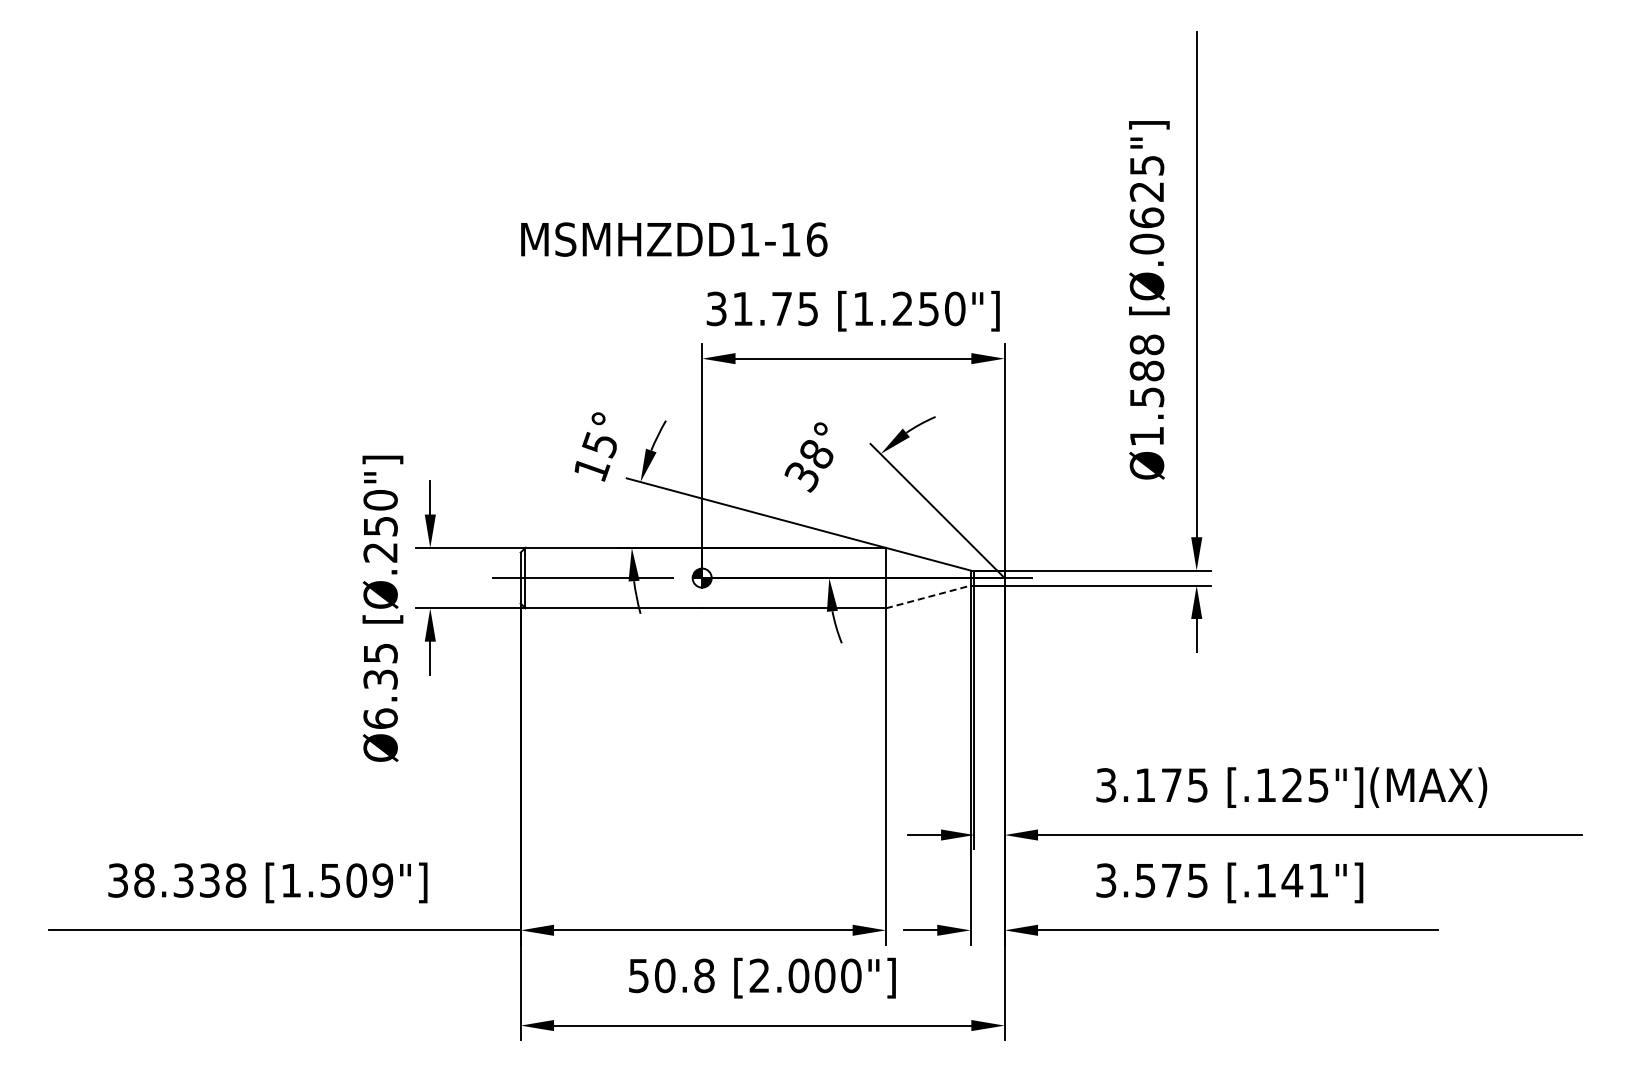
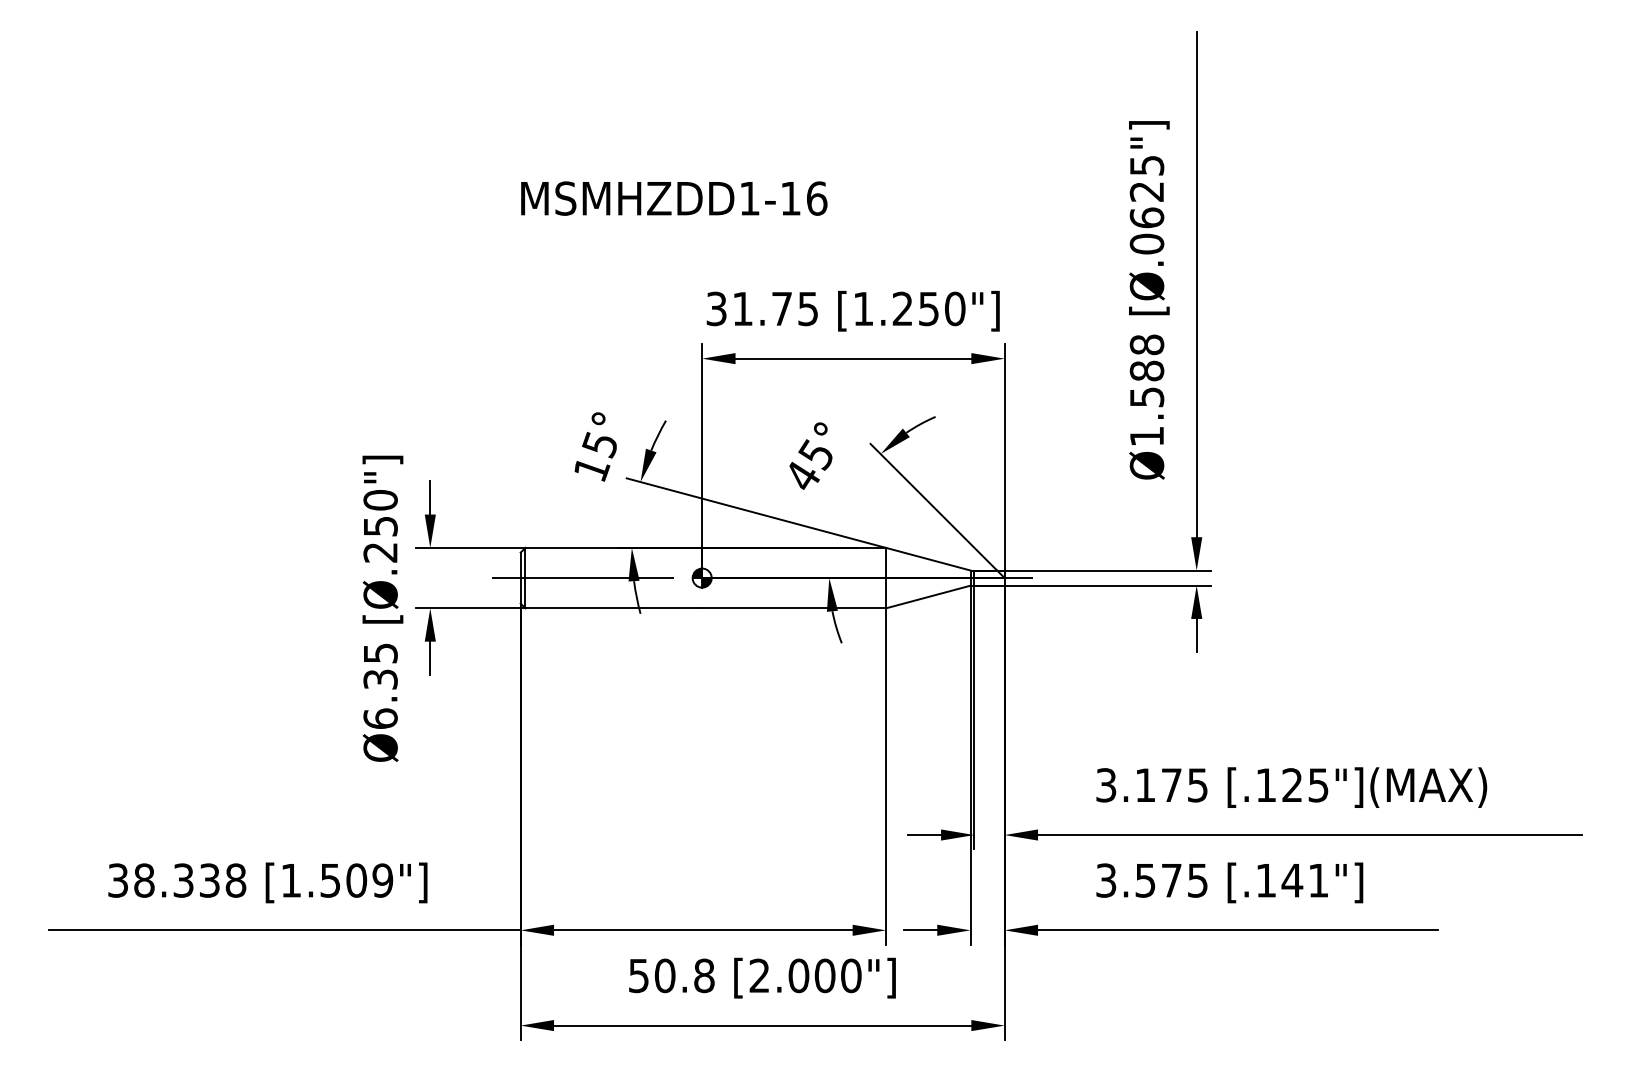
text at (674, 239) position: (674, 239) -> (674, 198)
text at (808, 465): 38° -> 45°
line at (928, 597): dashed -> solid
